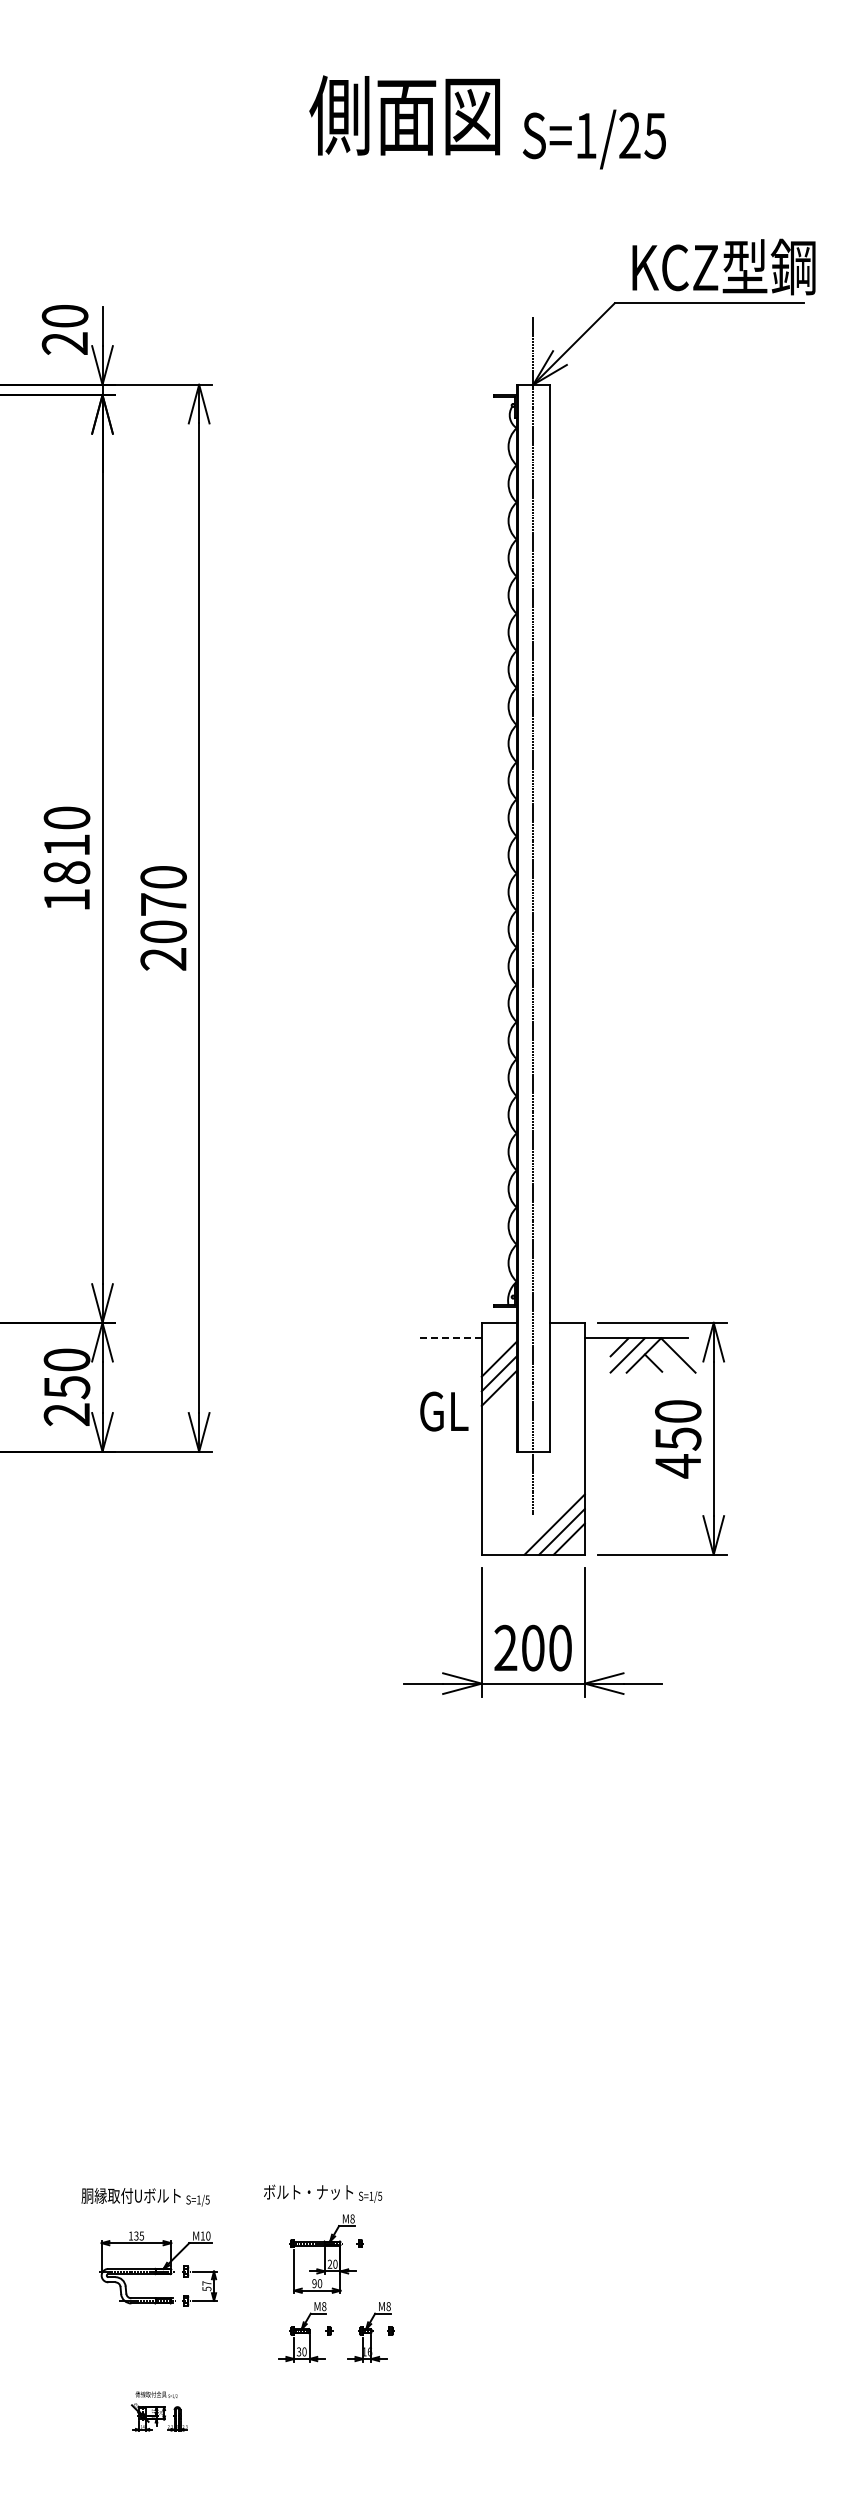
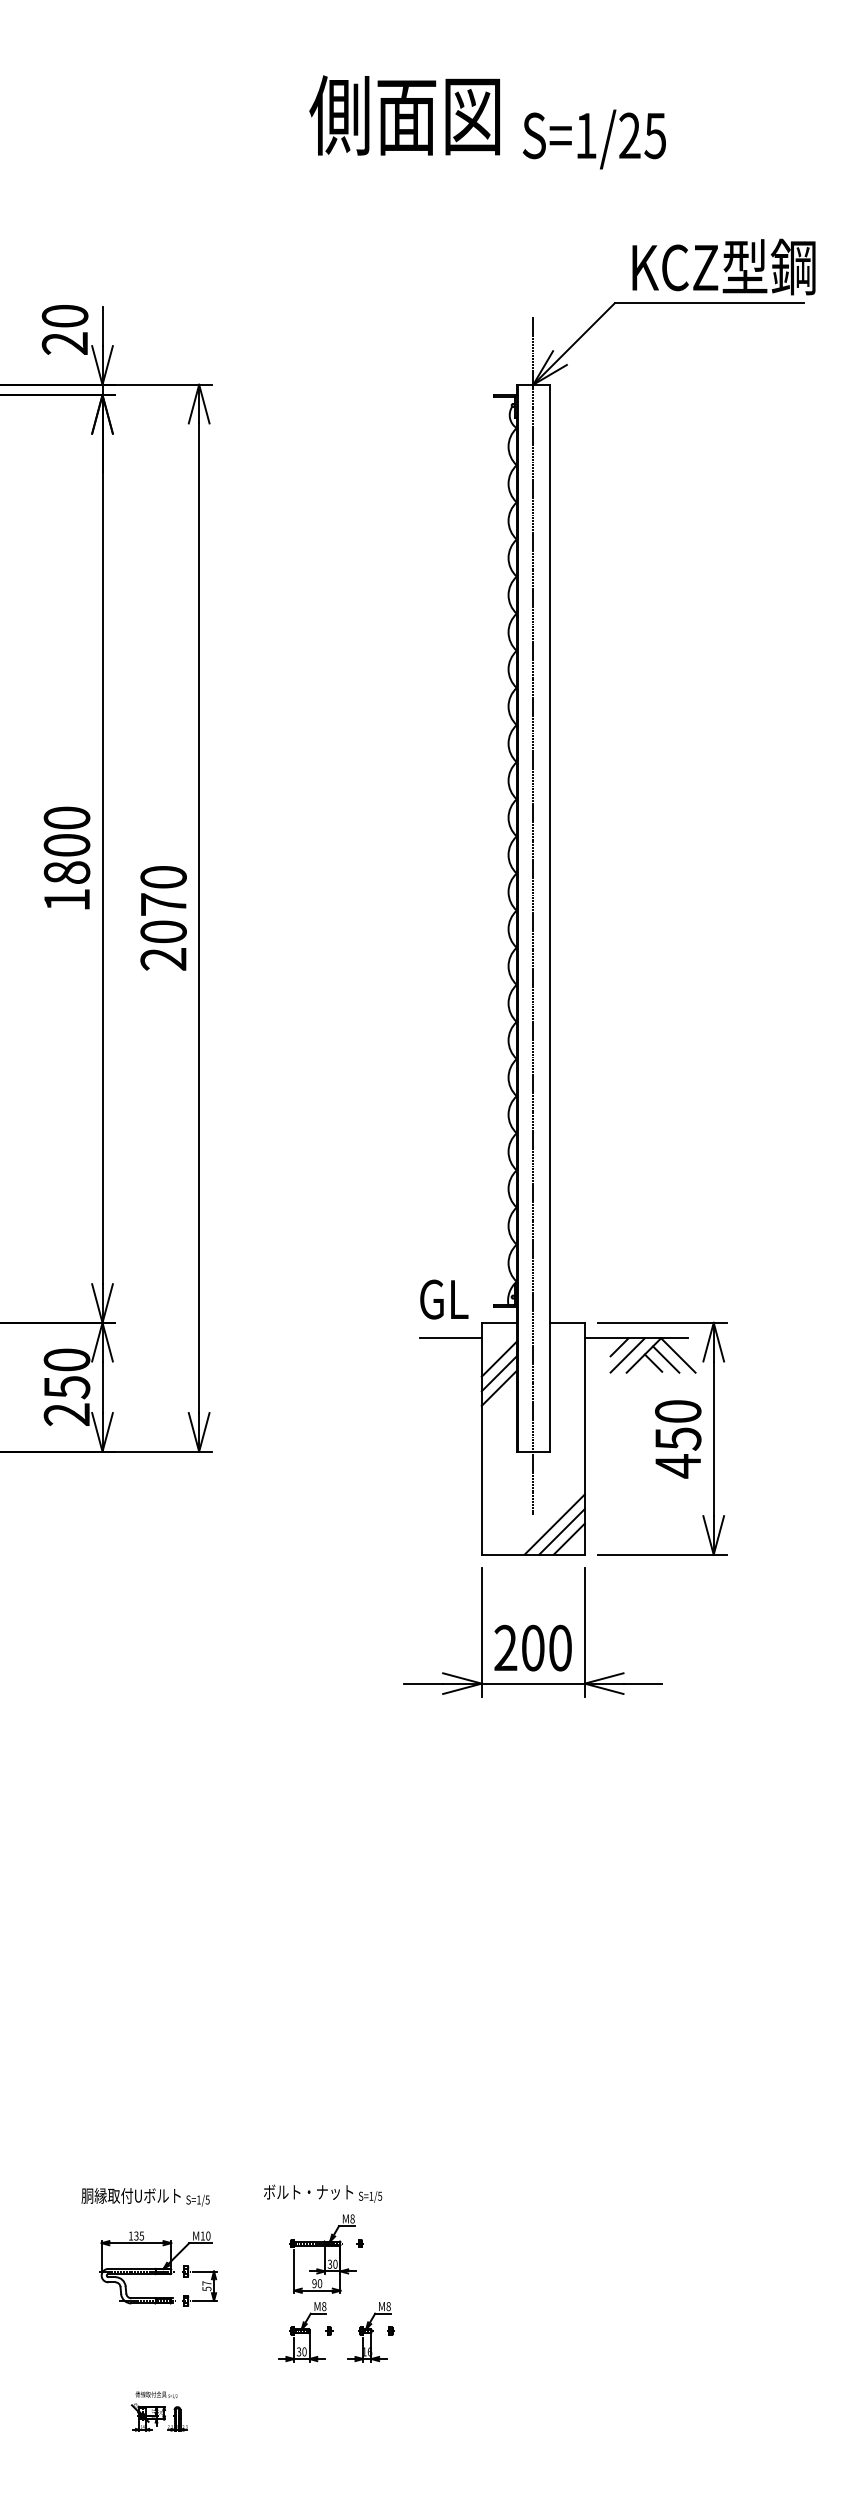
text at (66, 845): 1810 -> 1800
line at (450, 1338): dashed -> solid
line at (666, 1359): none -> present
text at (444, 1411) position: (444, 1411) -> (444, 1299)
text at (329, 2264): 20 -> 30
